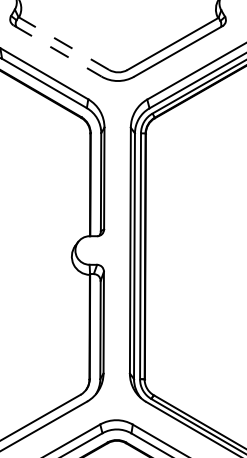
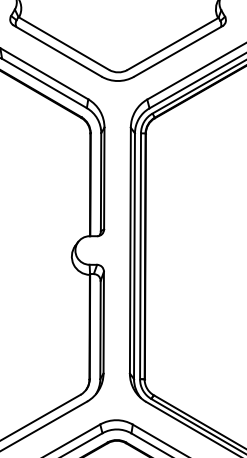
line at (63, 43): dashed -> solid
line at (57, 51): dashed -> solid
